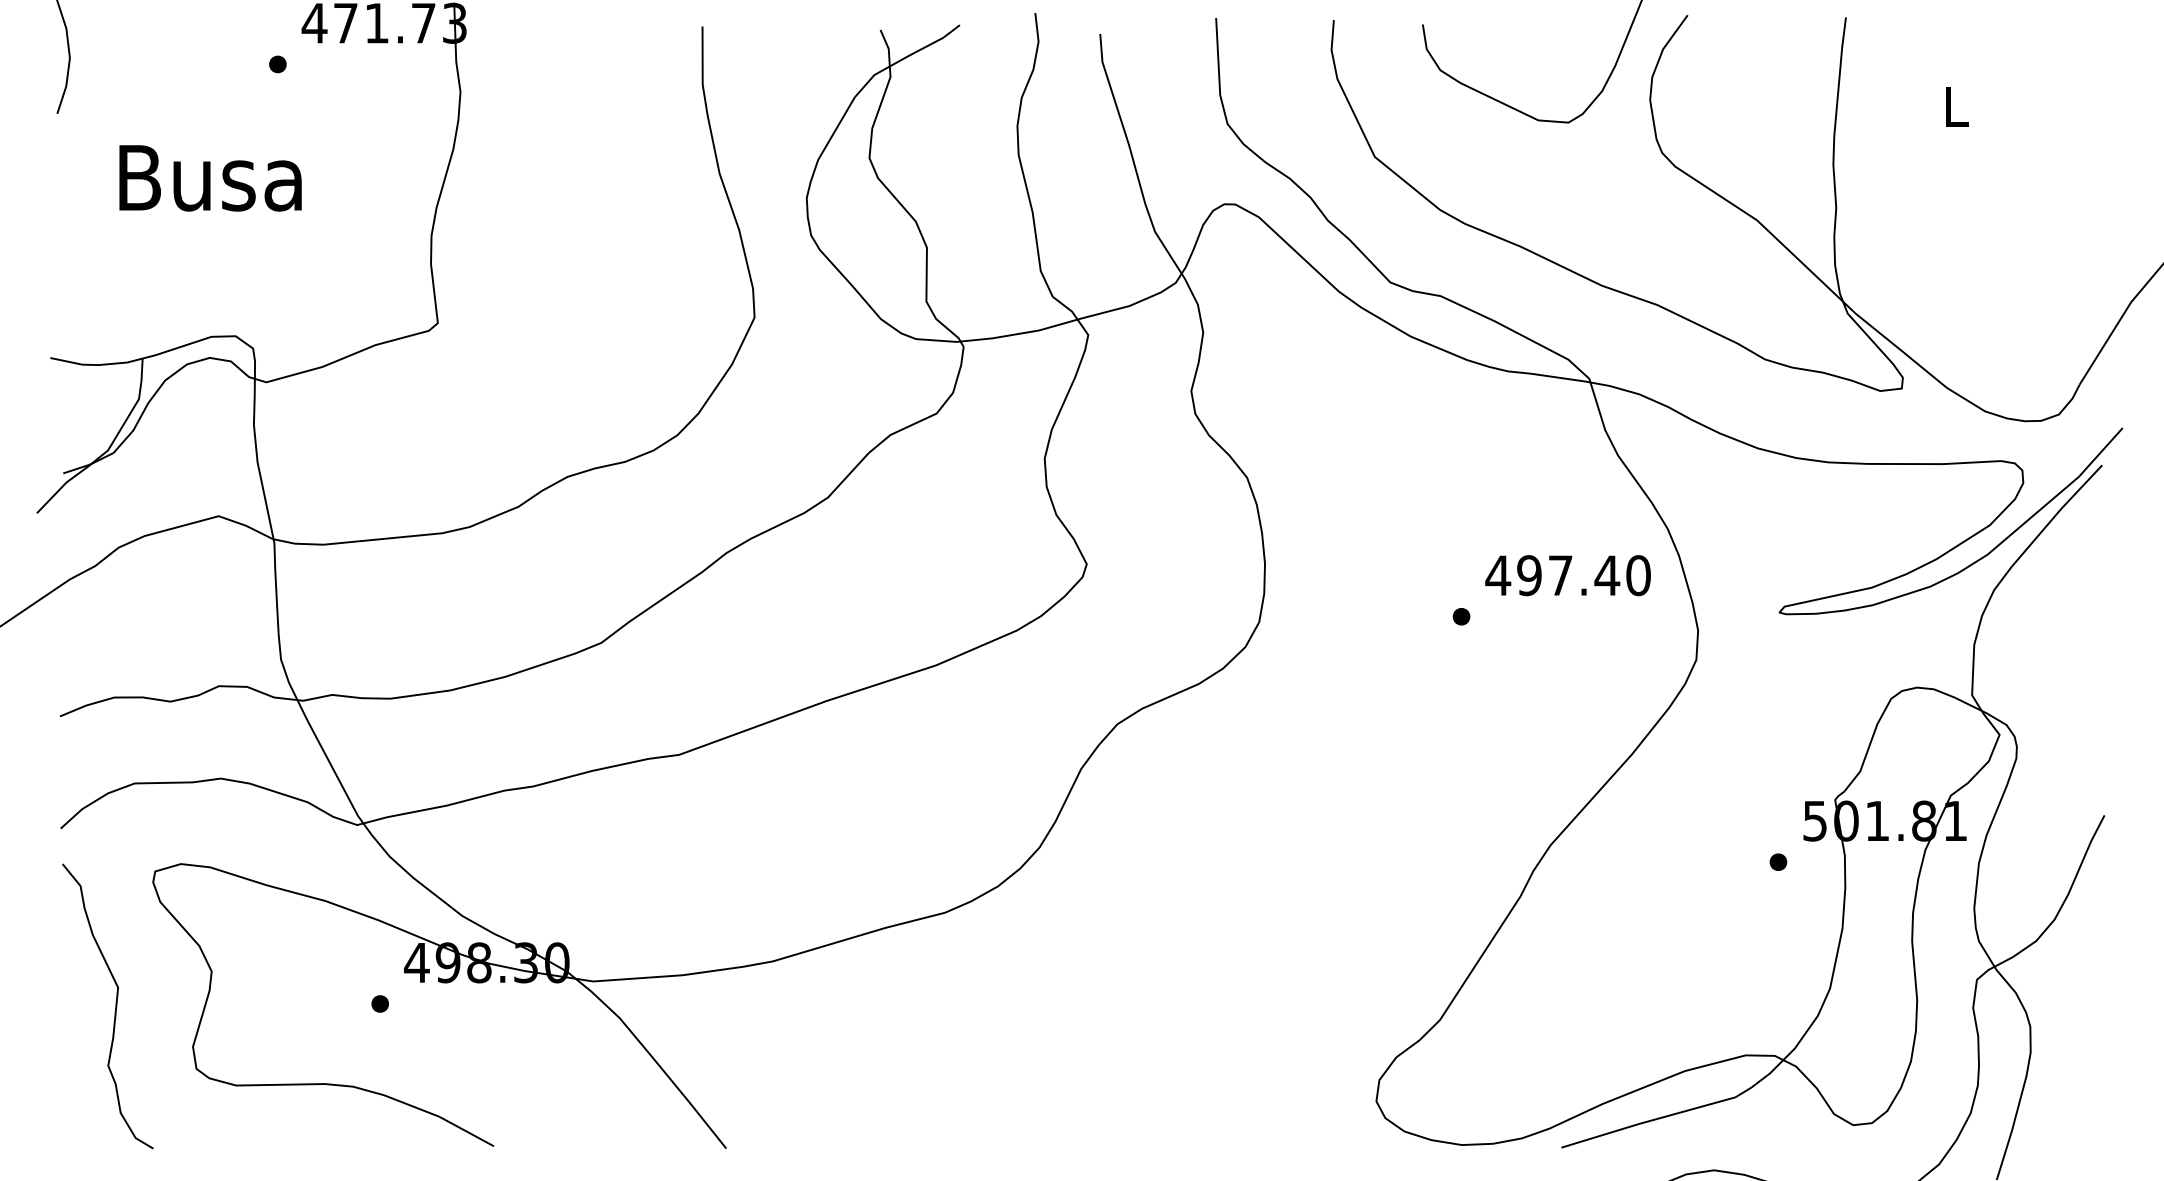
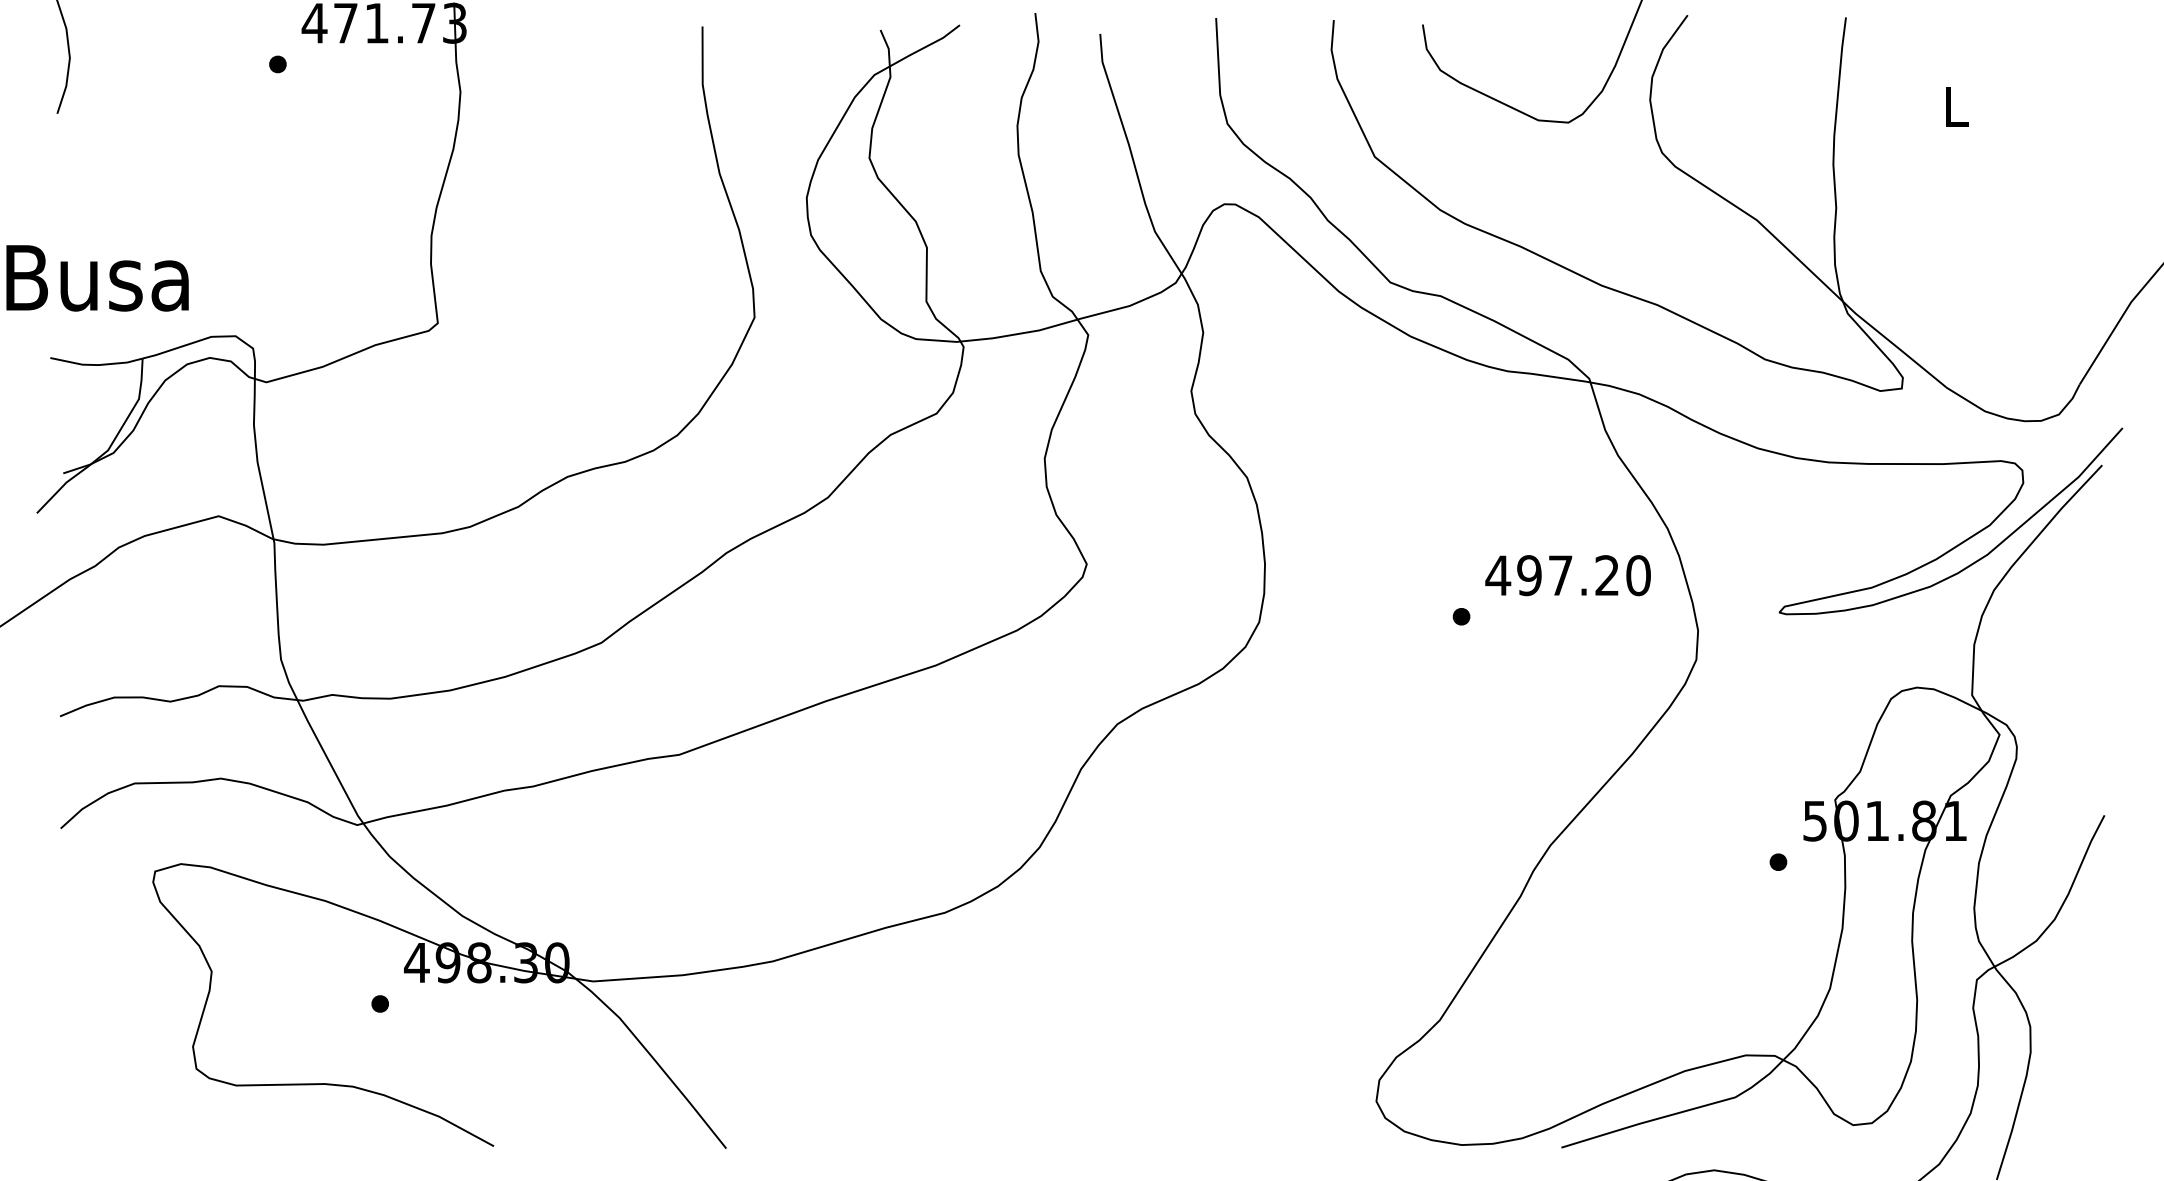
text at (210, 178) position: (210, 178) -> (97, 278)
text at (1607, 575): 497.40 -> 497.20
curve at (115, 1006): present -> none
